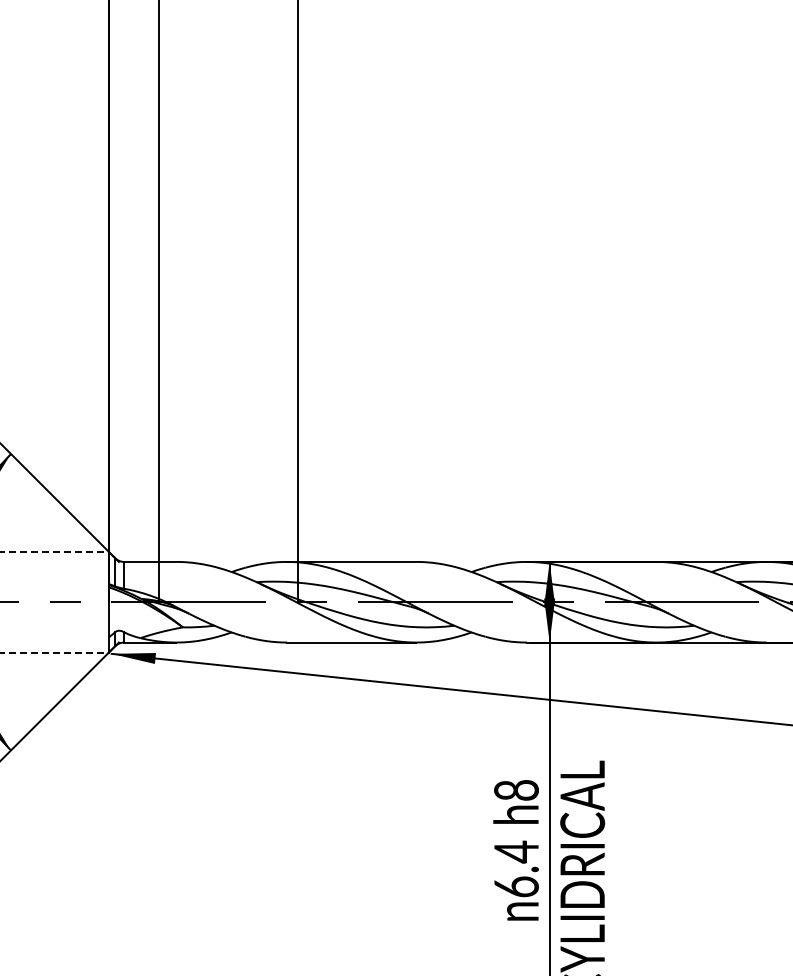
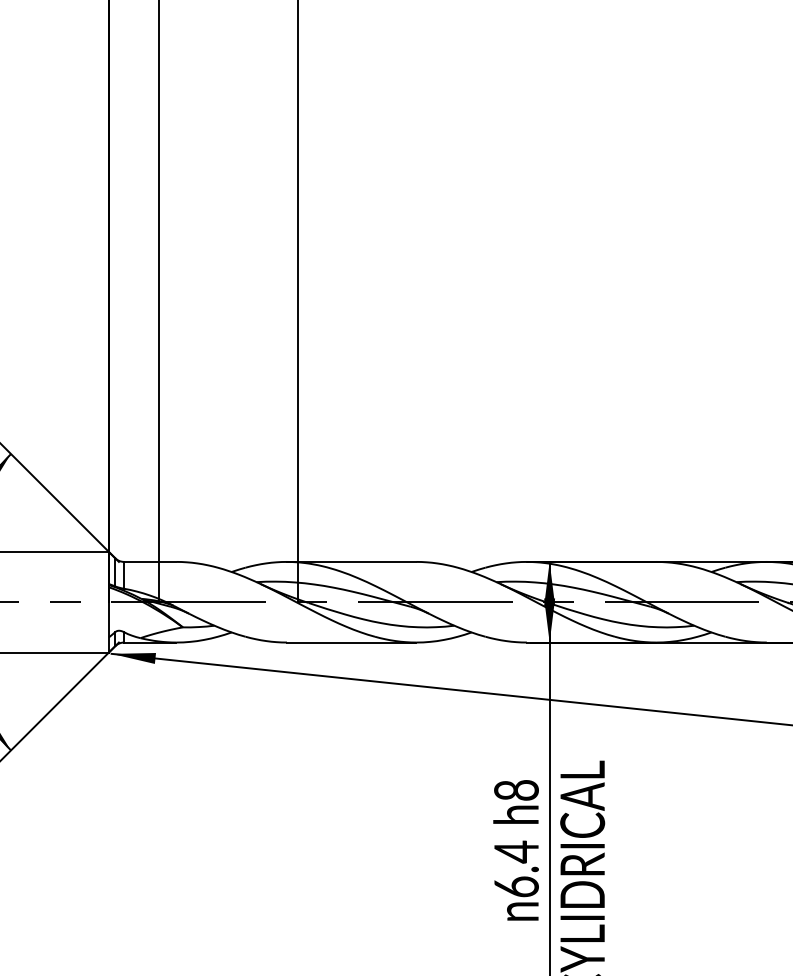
line at (54, 551): dashed -> solid
line at (54, 652): dashed -> solid
